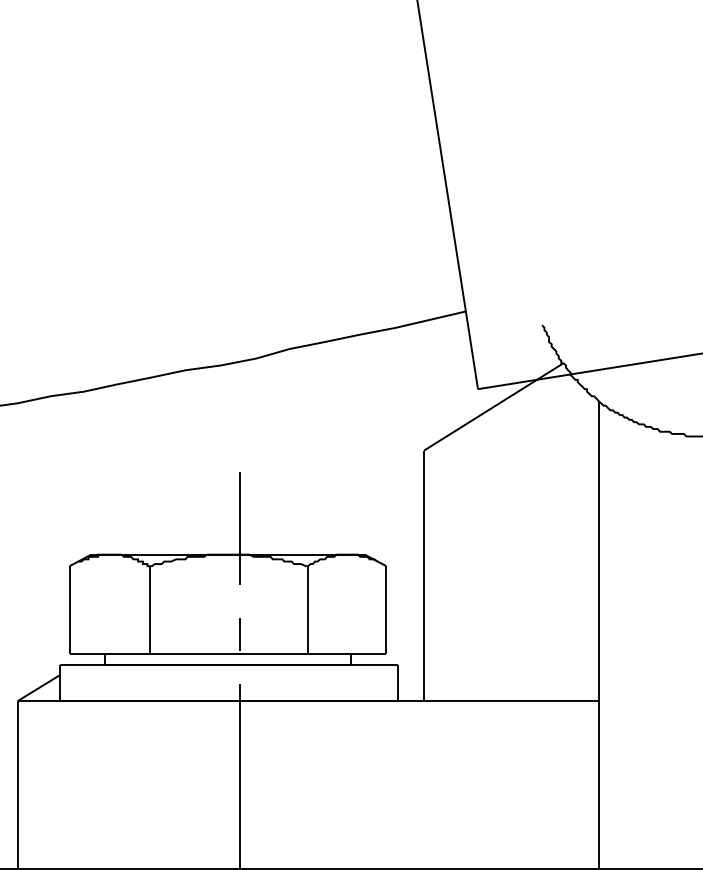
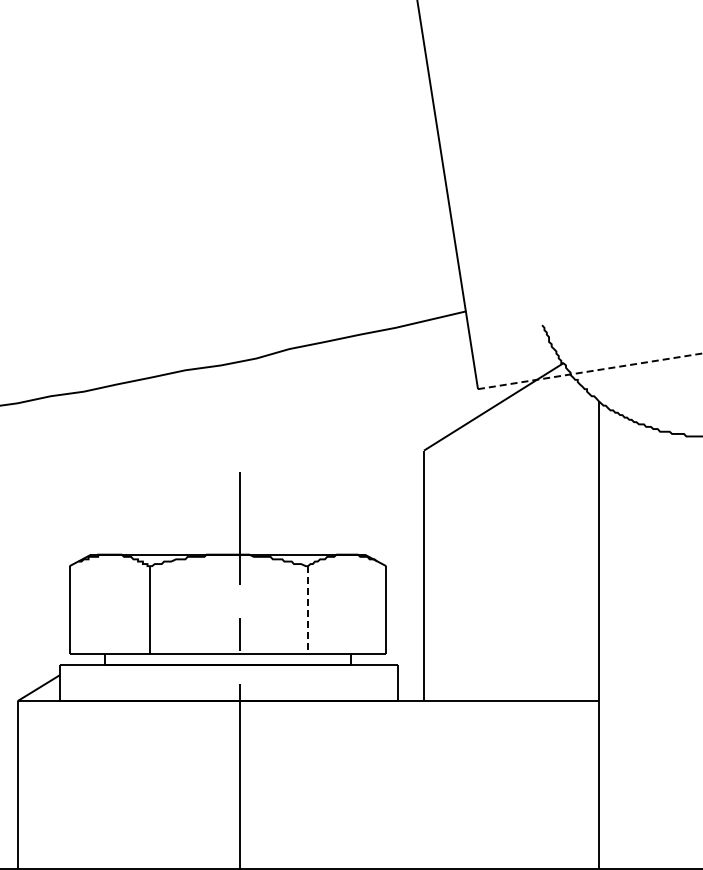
line at (590, 371): solid -> dashed
line at (308, 609): solid -> dashed
